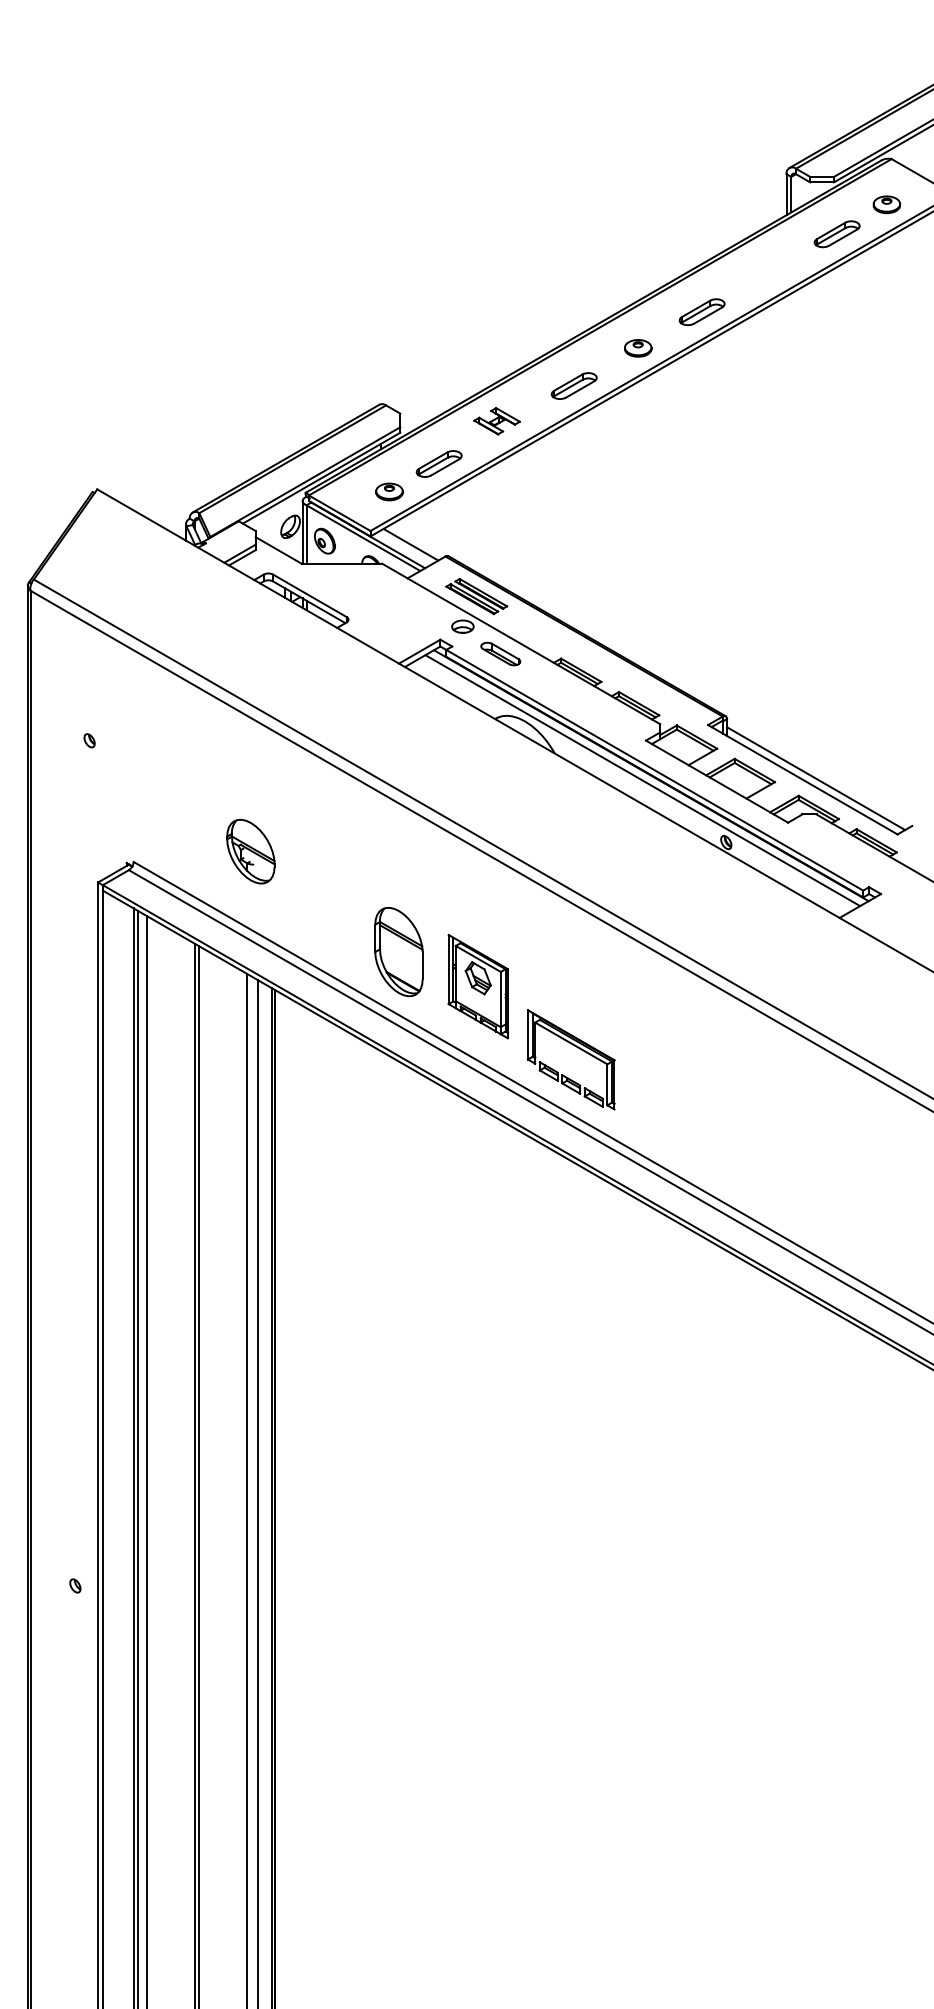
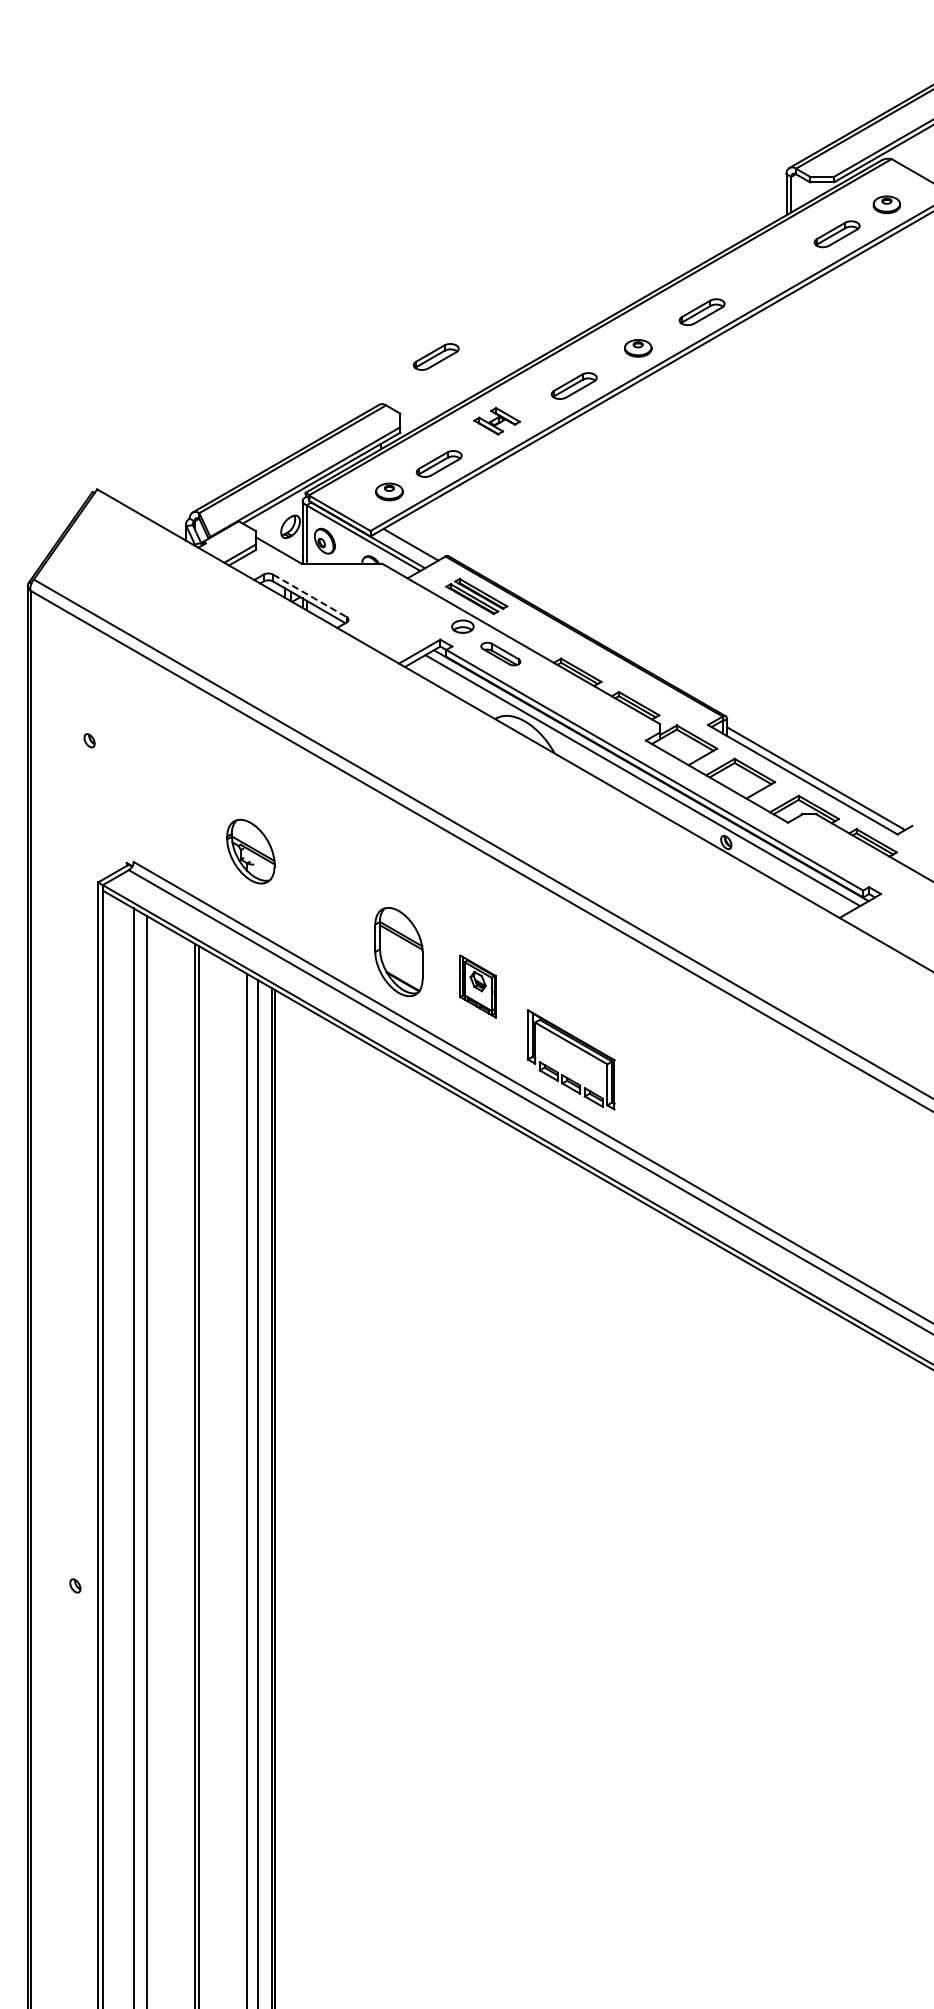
part at (435, 356): none -> present
line at (310, 596): solid -> dashed
part at (477, 986) size: 62x107 px -> 38x65 px
line at (137, 1457): present -> none
